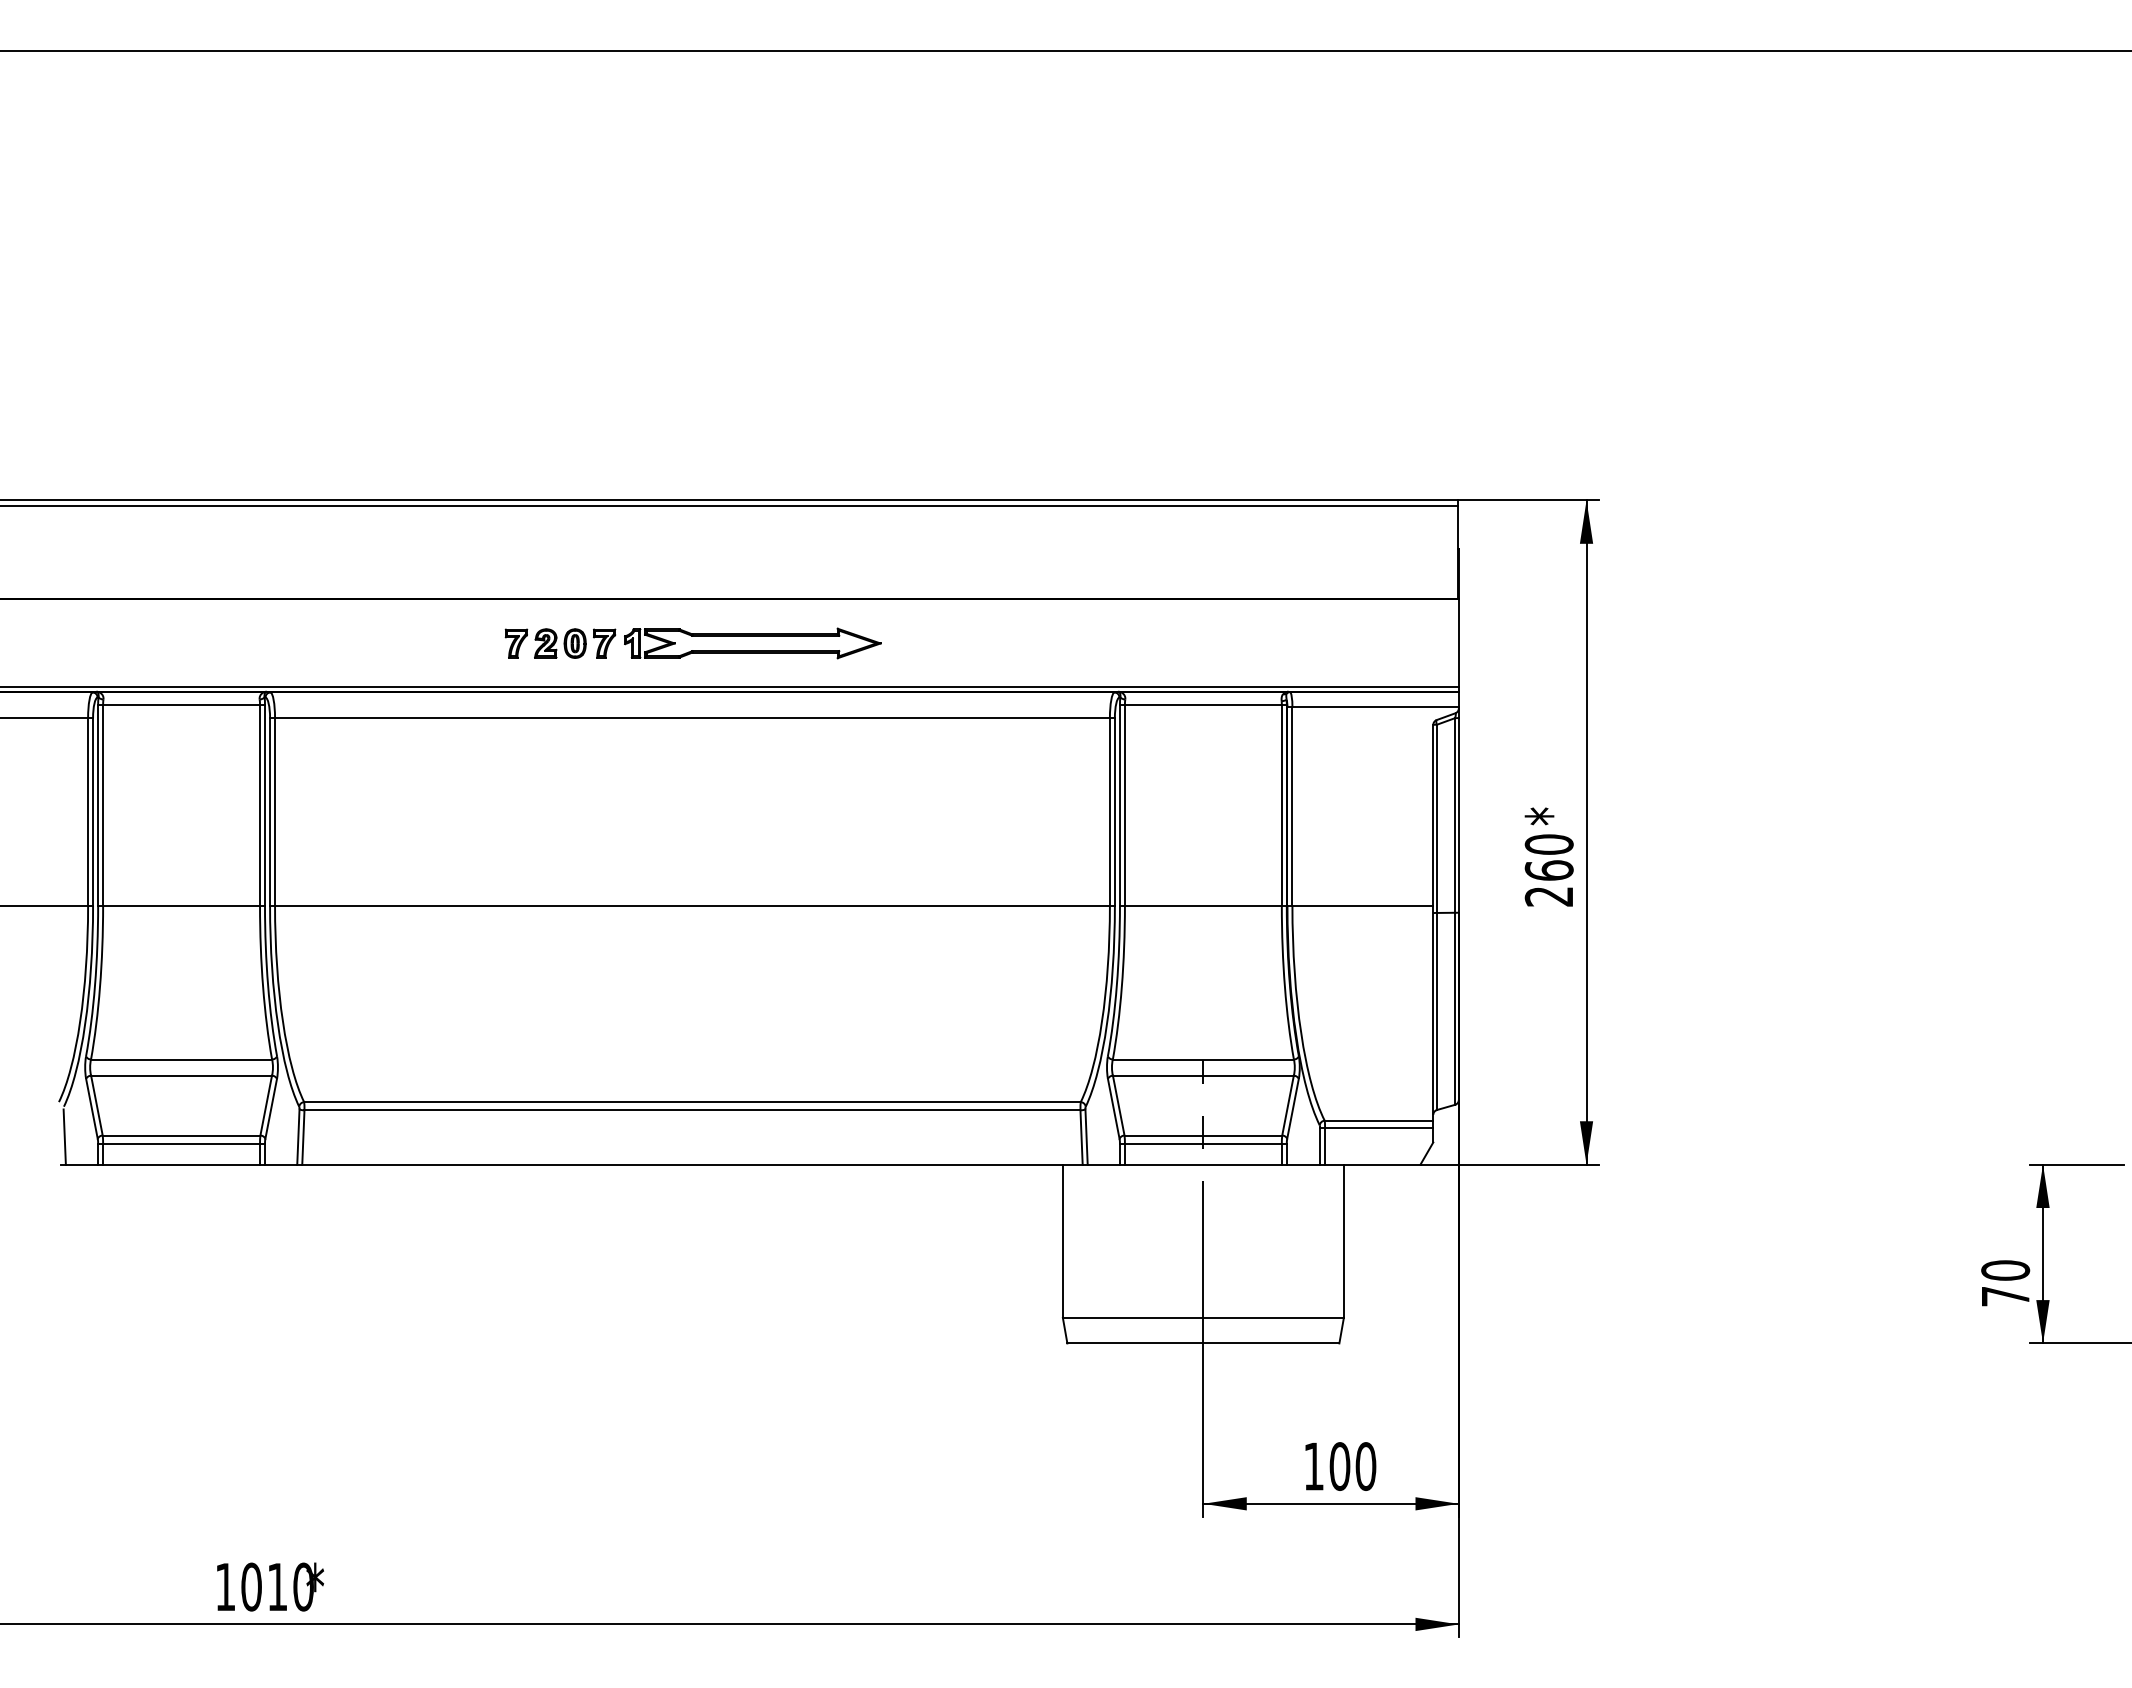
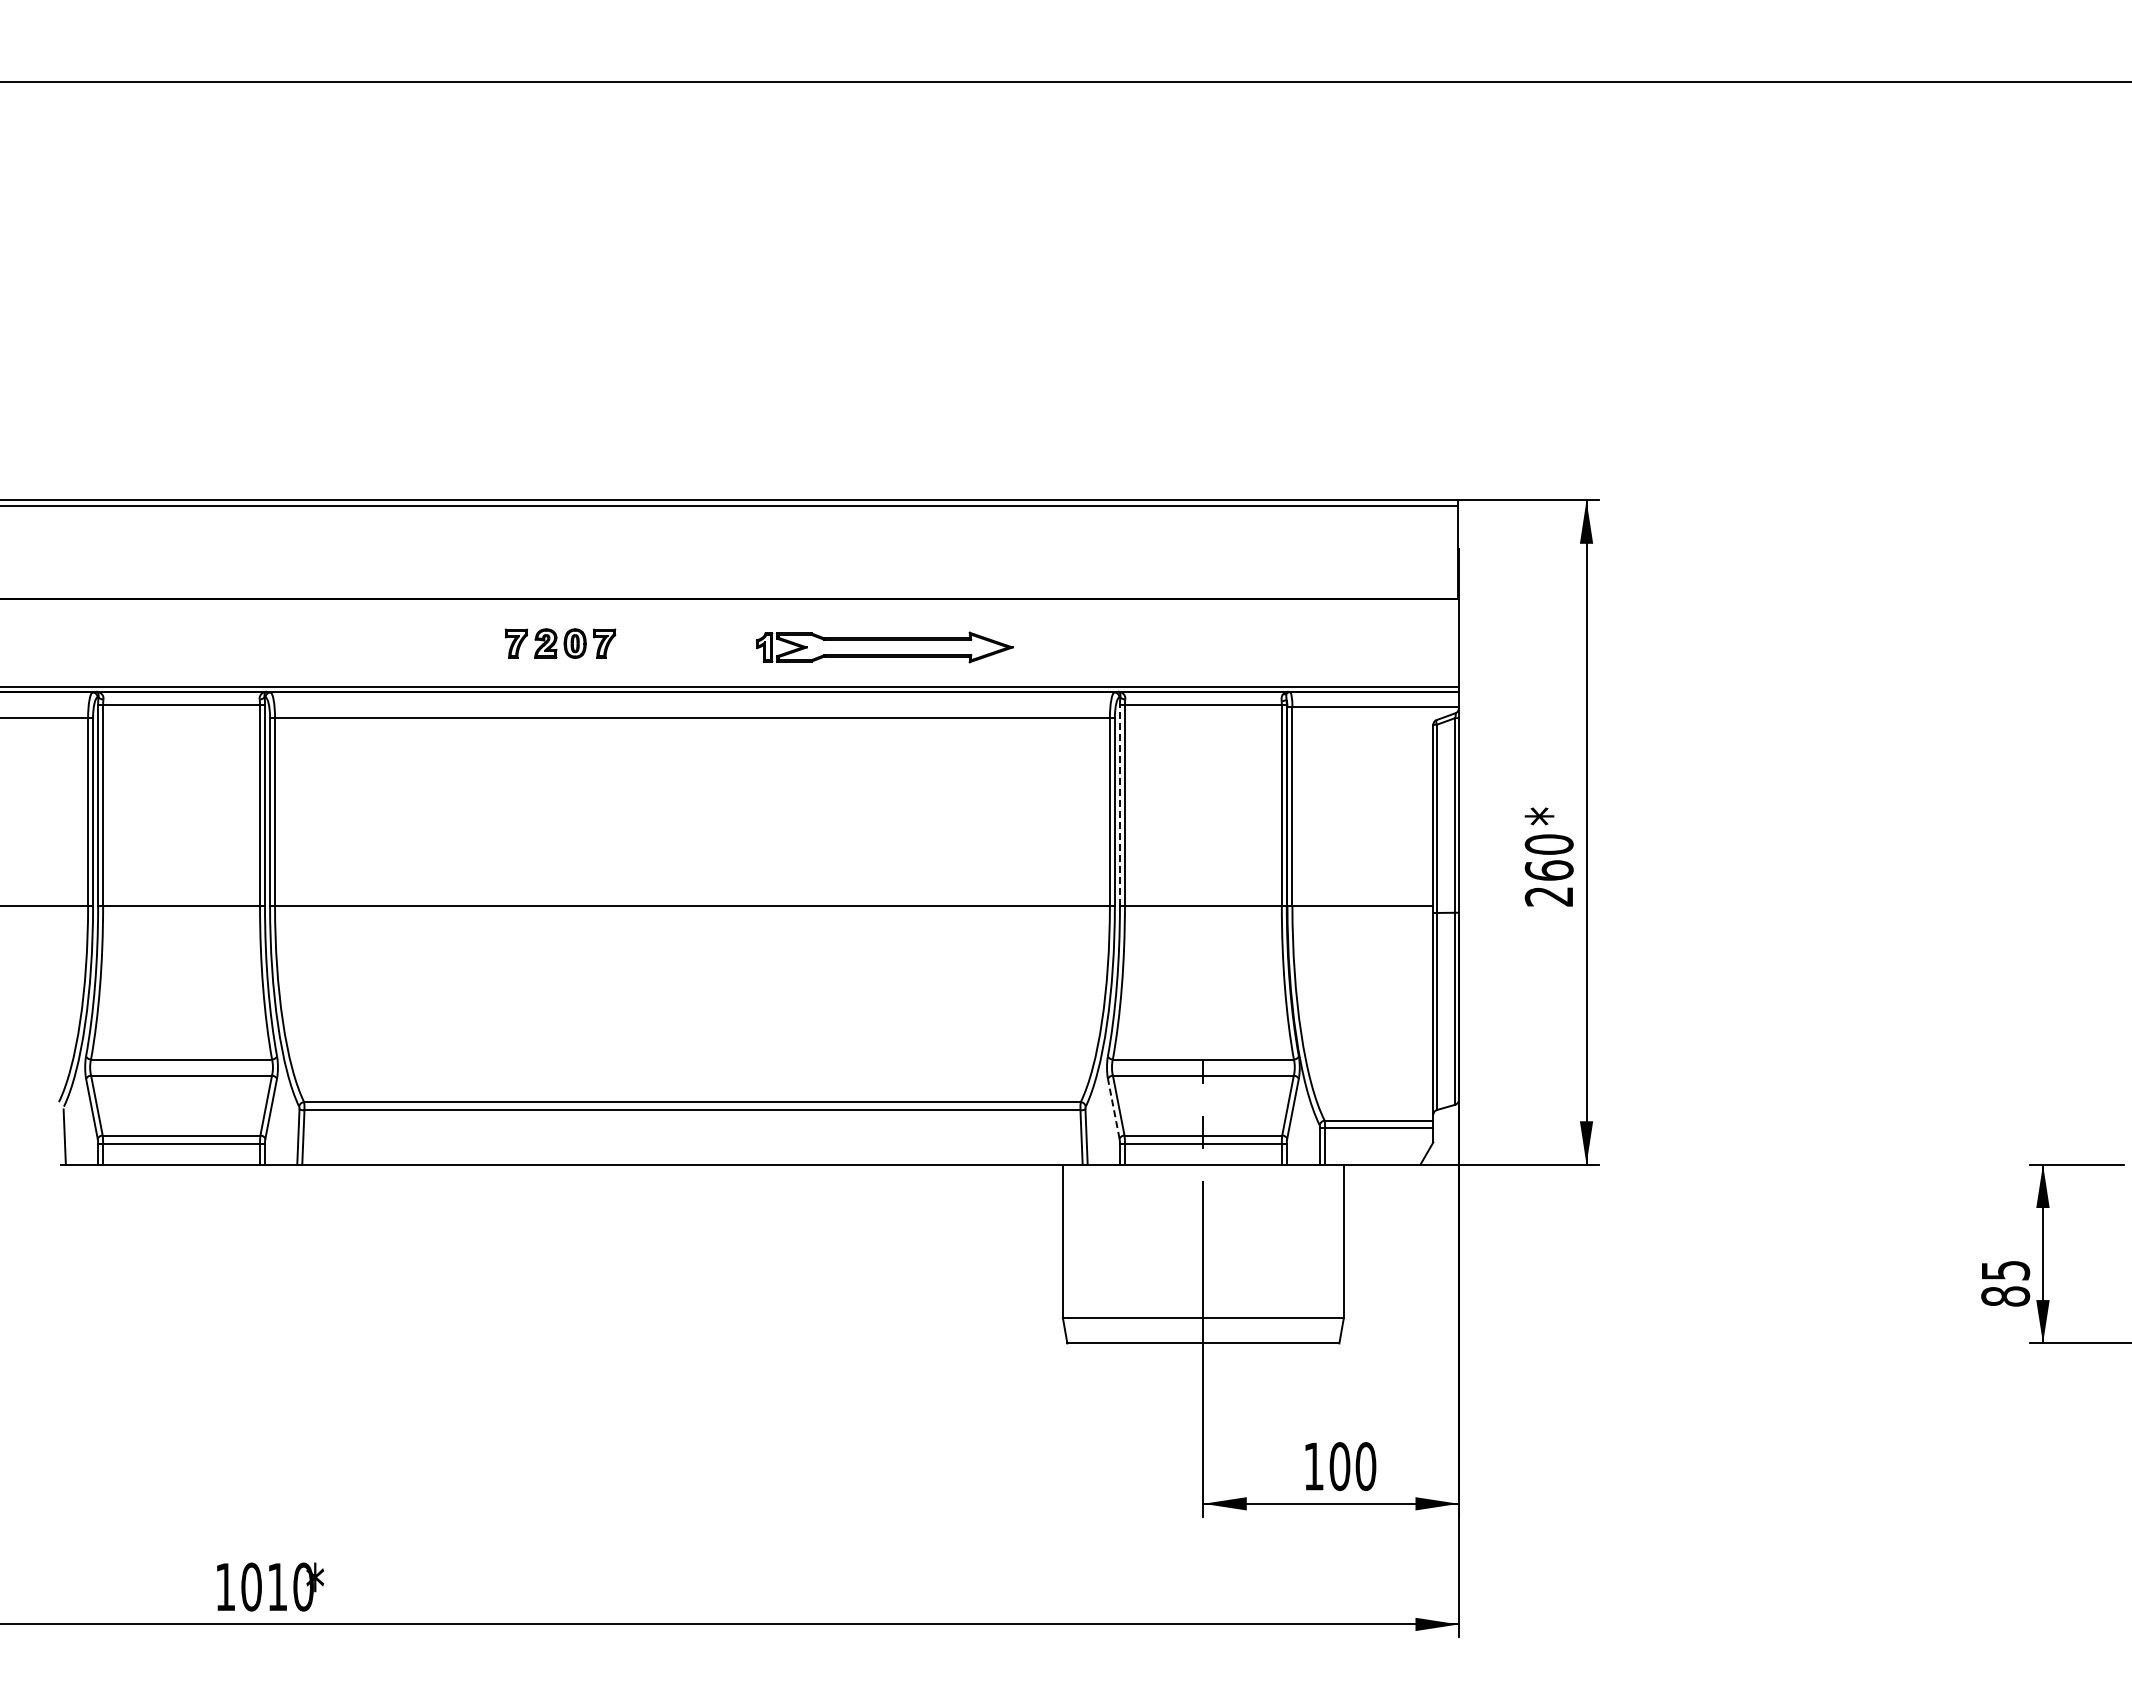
line at (1065, 50) position: (1065, 50) -> (1065, 81)
part at (752, 643) position: (752, 643) -> (884, 647)
line at (1119, 805): solid -> dashed
line at (1113, 1108): solid -> dashed
text at (2005, 1283): 70 -> 85
